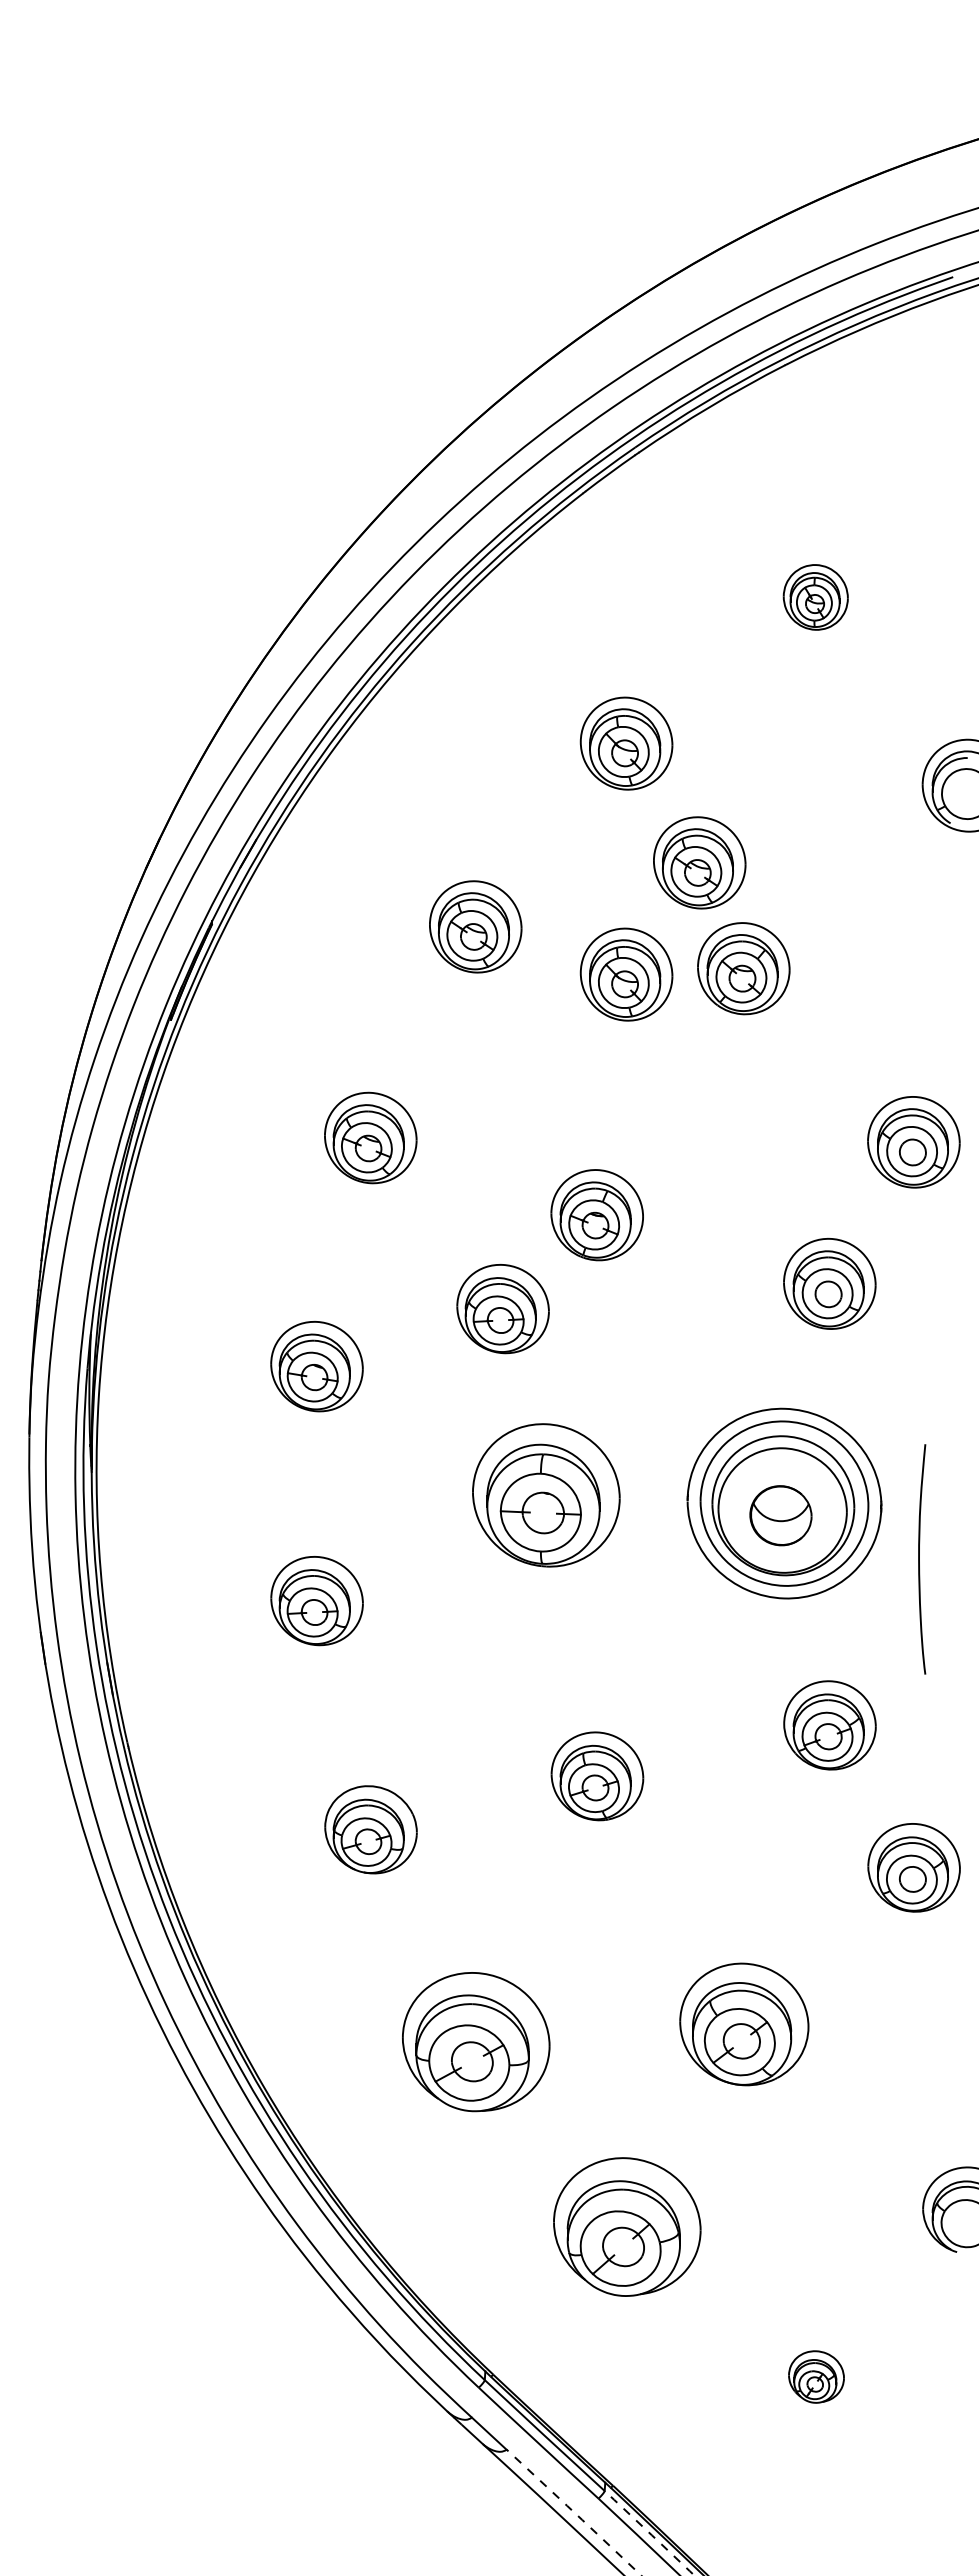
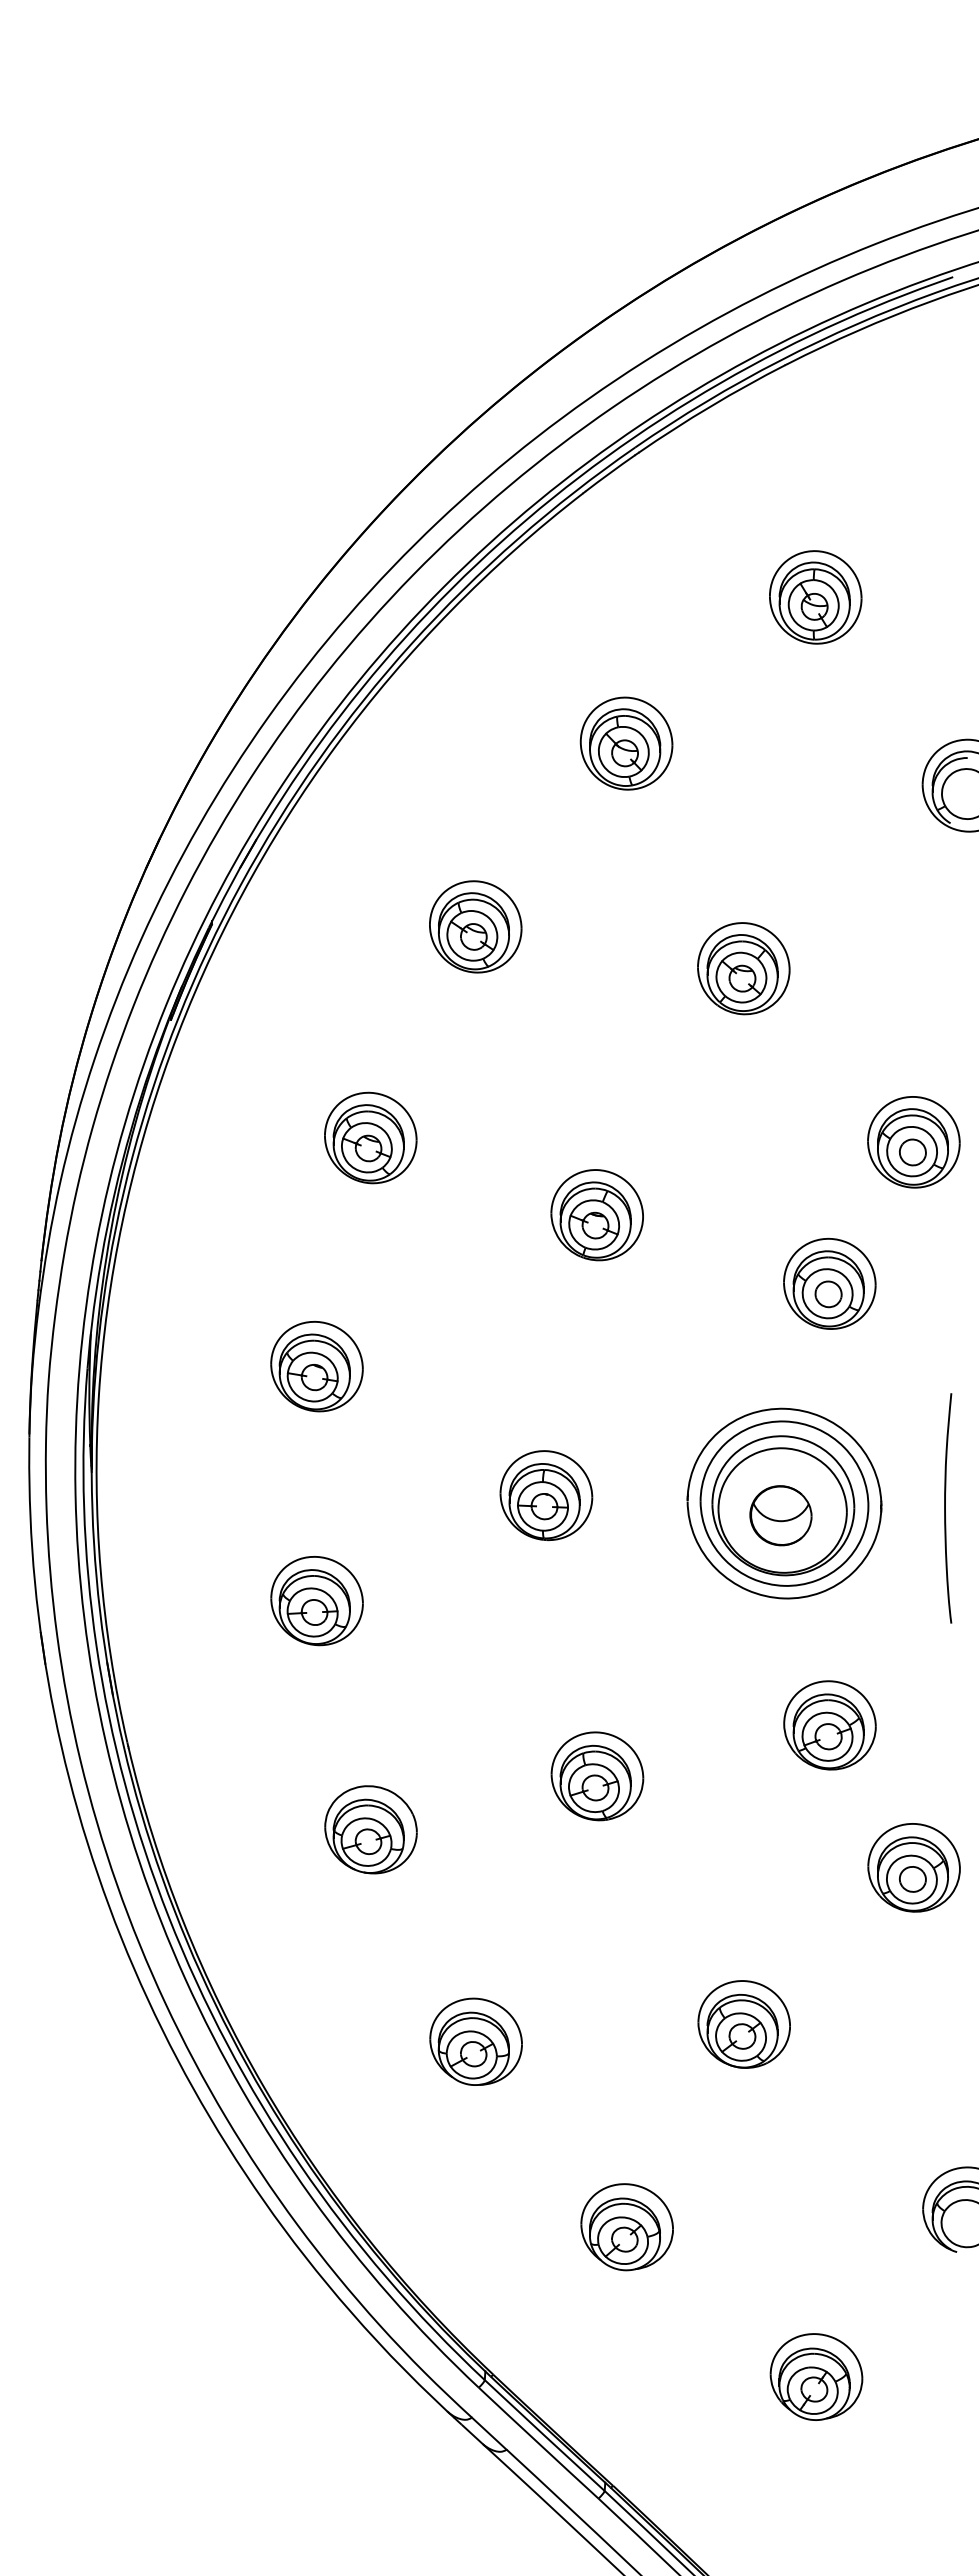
part at (815, 597) size: 67x67 px -> 94x95 px
part at (699, 862): present -> none
part at (626, 974): present -> none
part at (502, 1309): present -> none
part at (546, 1495) size: 149x145 px -> 95x92 px
curve at (919, 1559) position: (919, 1559) -> (945, 1508)
part at (744, 2024) size: 131x125 px -> 94x89 px
part at (476, 2042) size: 149x141 px -> 94x89 px
part at (627, 2226) size: 149x140 px -> 94x89 px
part at (816, 2376) size: 57x54 px -> 95x88 px
arc at (573, 2512): dashed -> solid
arc at (649, 2533): dashed -> solid
